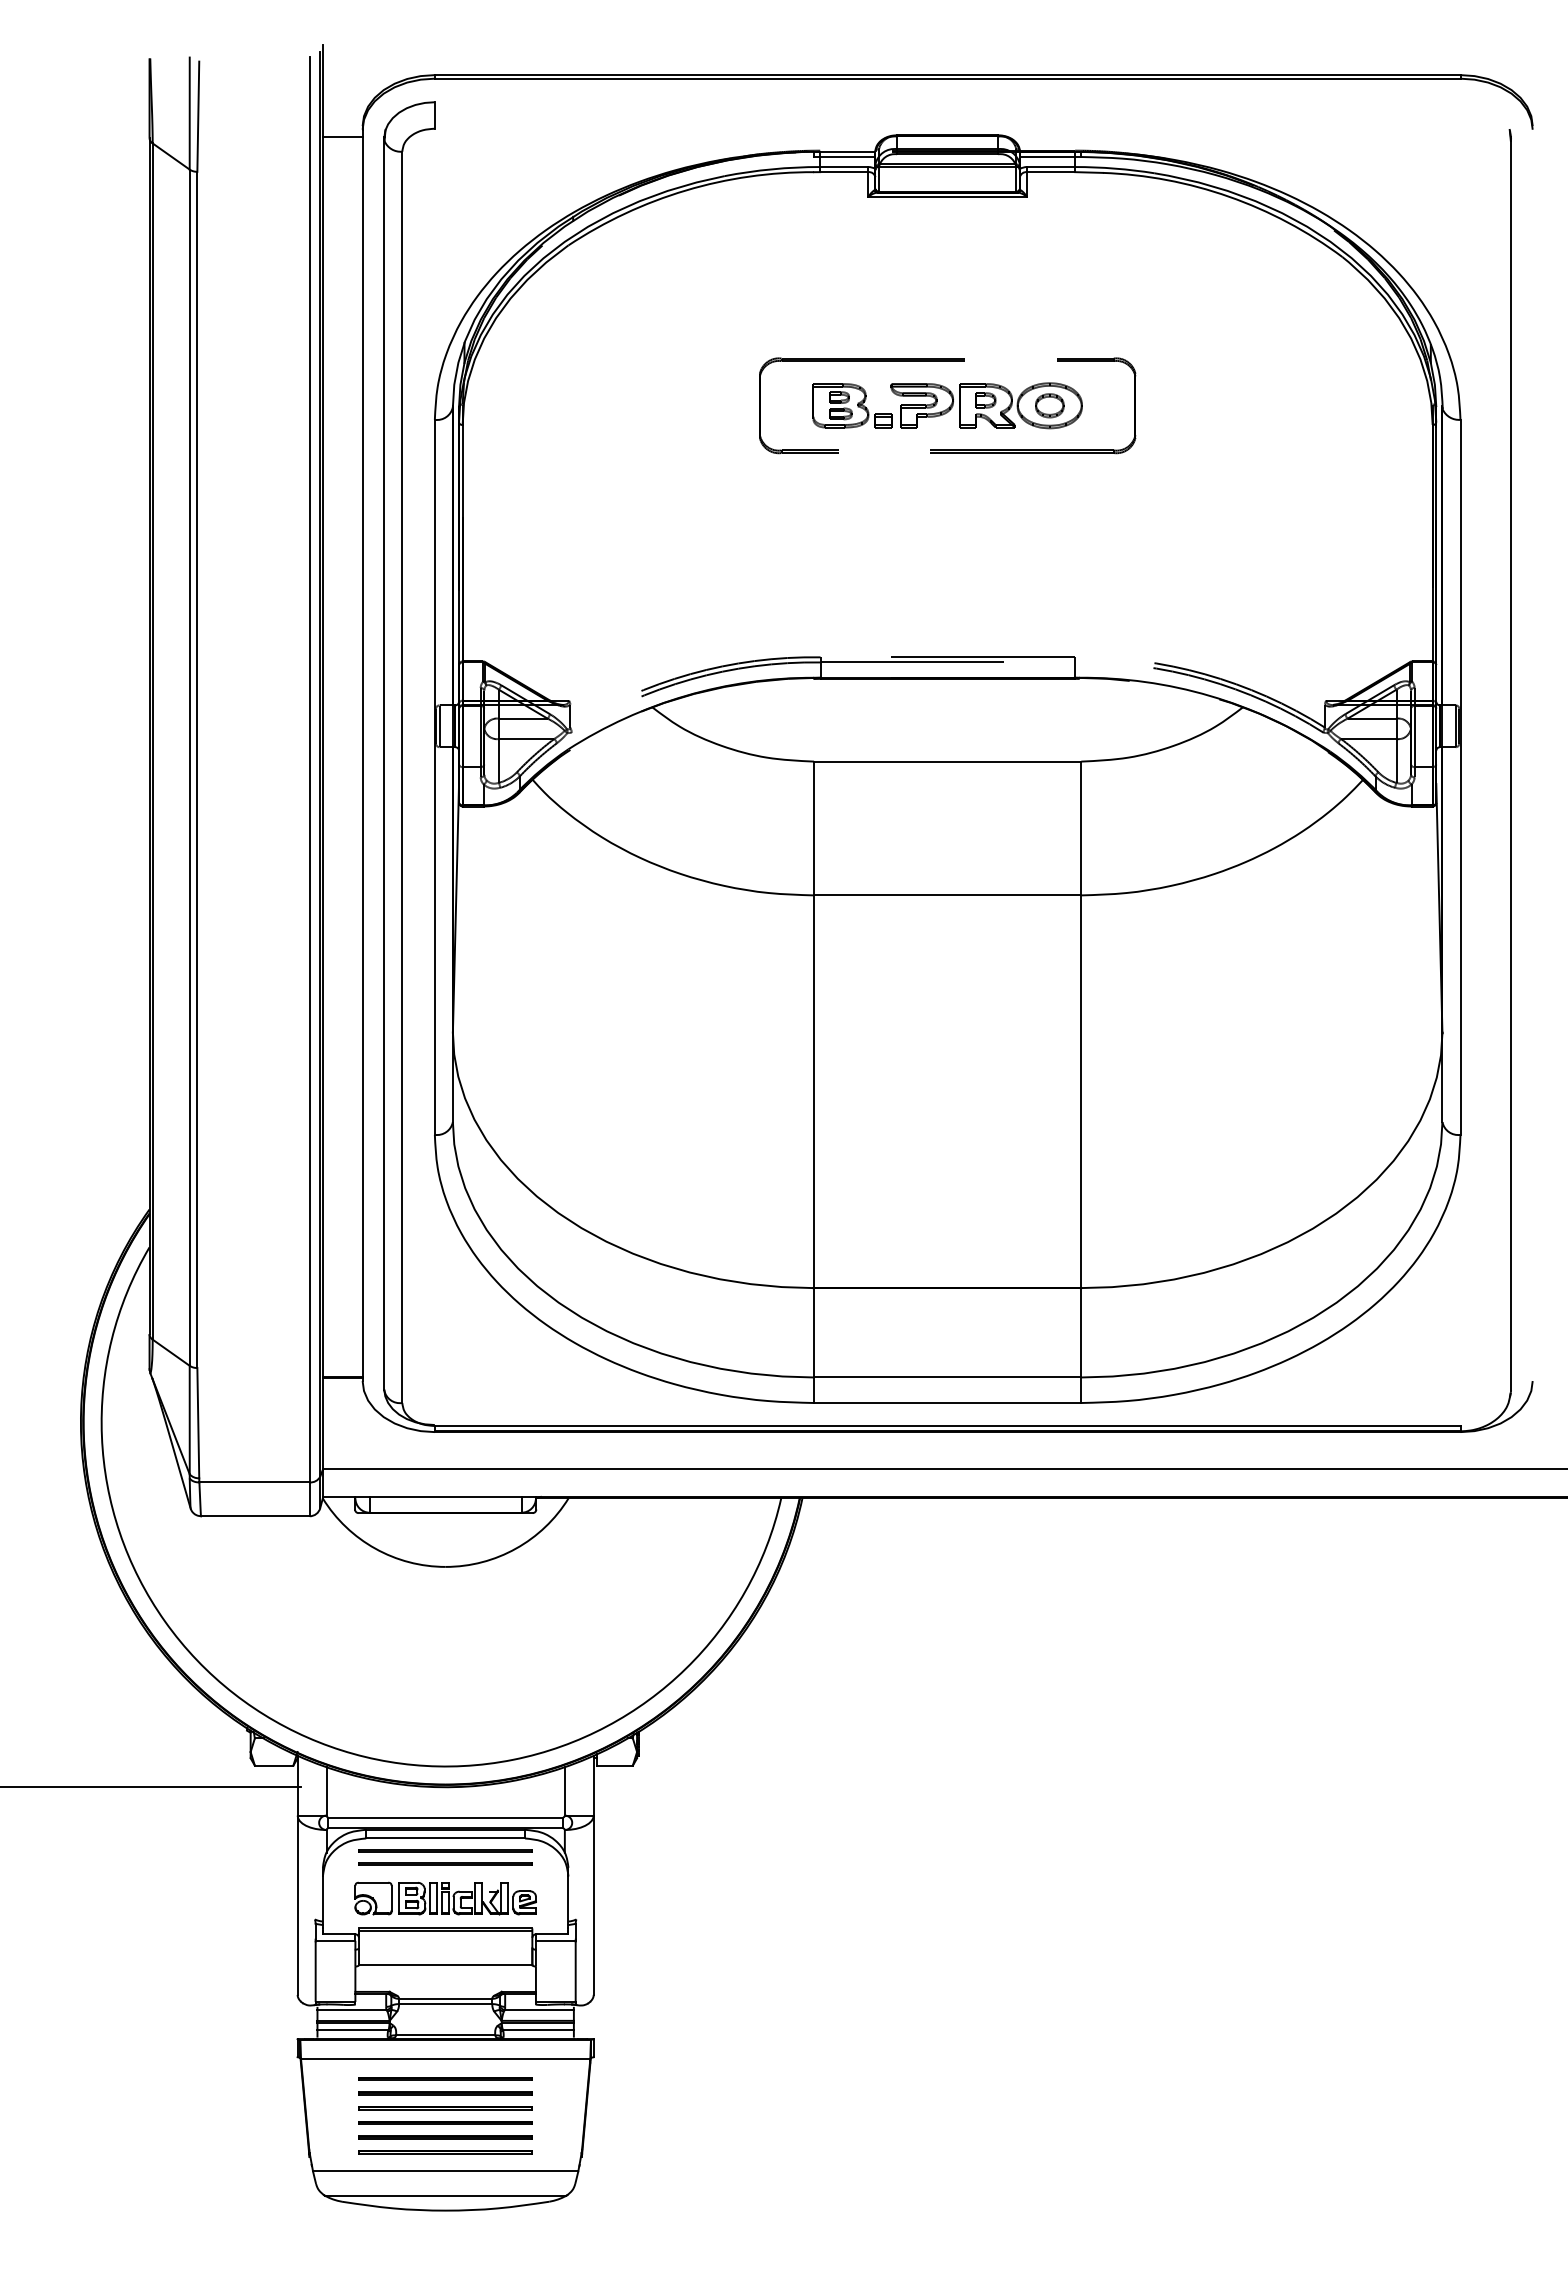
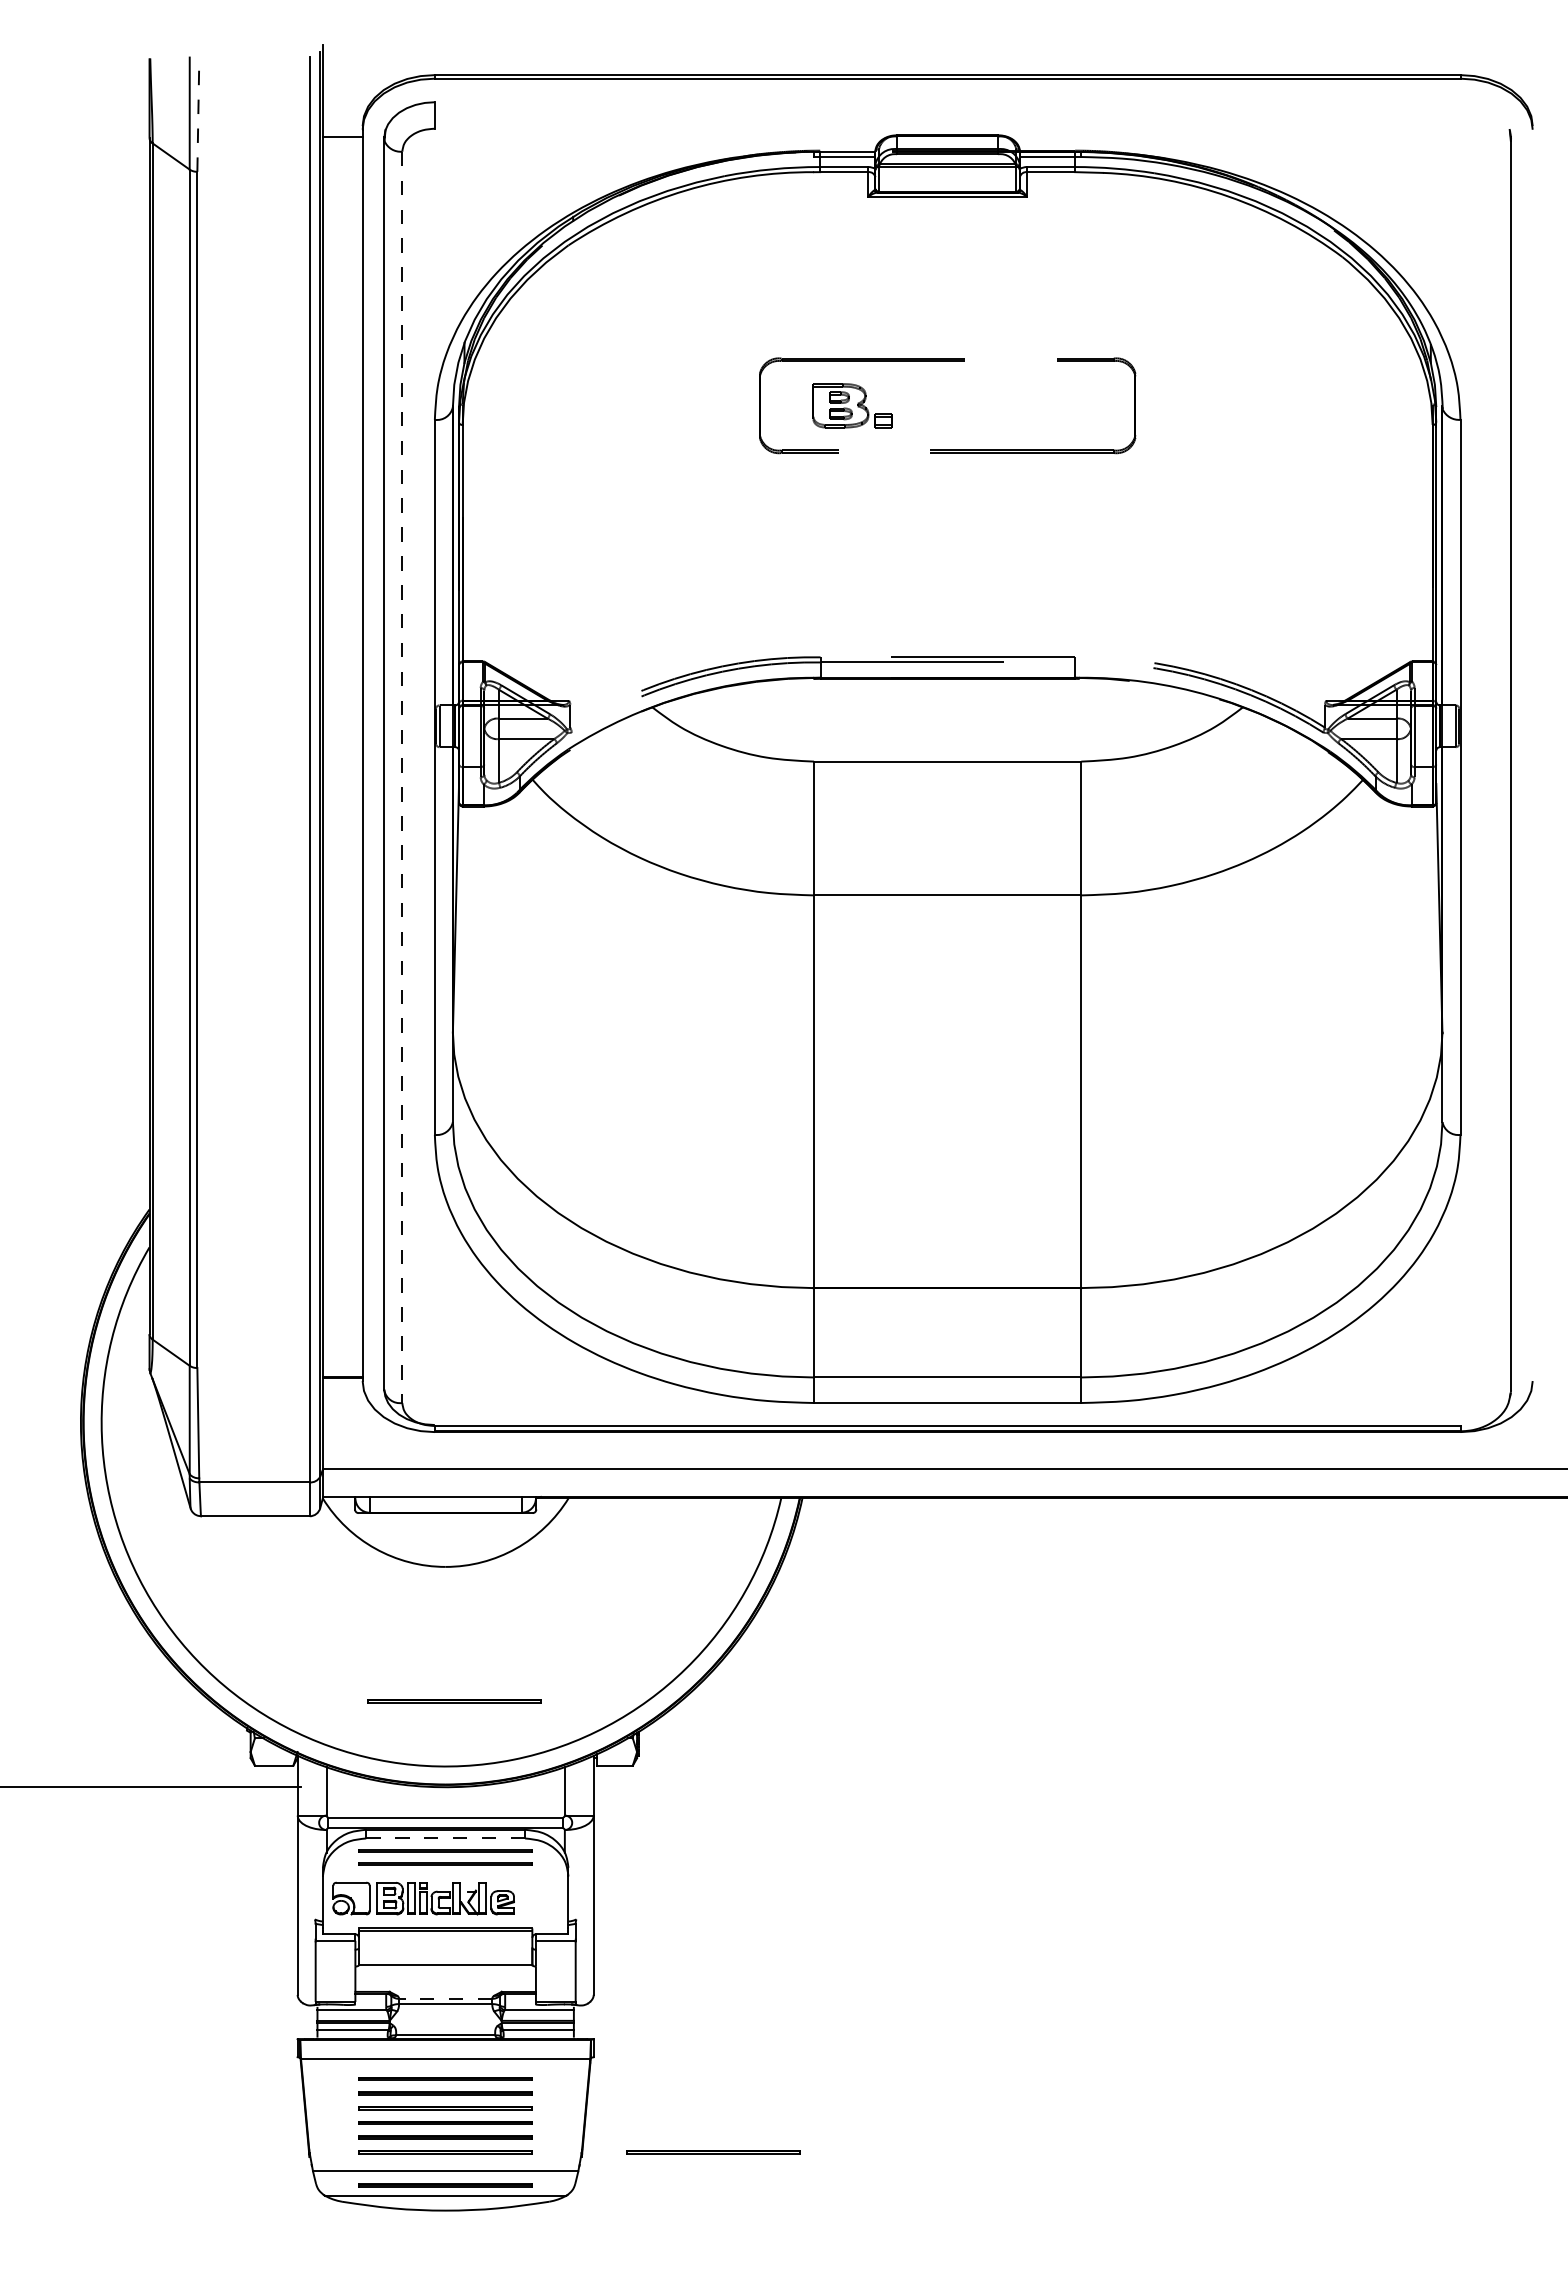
line at (198, 116): solid -> dashed
part at (986, 405): present -> none
line at (402, 777): solid -> dashed
line at (454, 1700): none -> present
line at (446, 1838): solid -> dashed
part at (445, 1898) position: (445, 1898) -> (423, 1898)
line at (445, 1998): solid -> dashed
line at (713, 2151): none -> present
line at (445, 2185): none -> present
